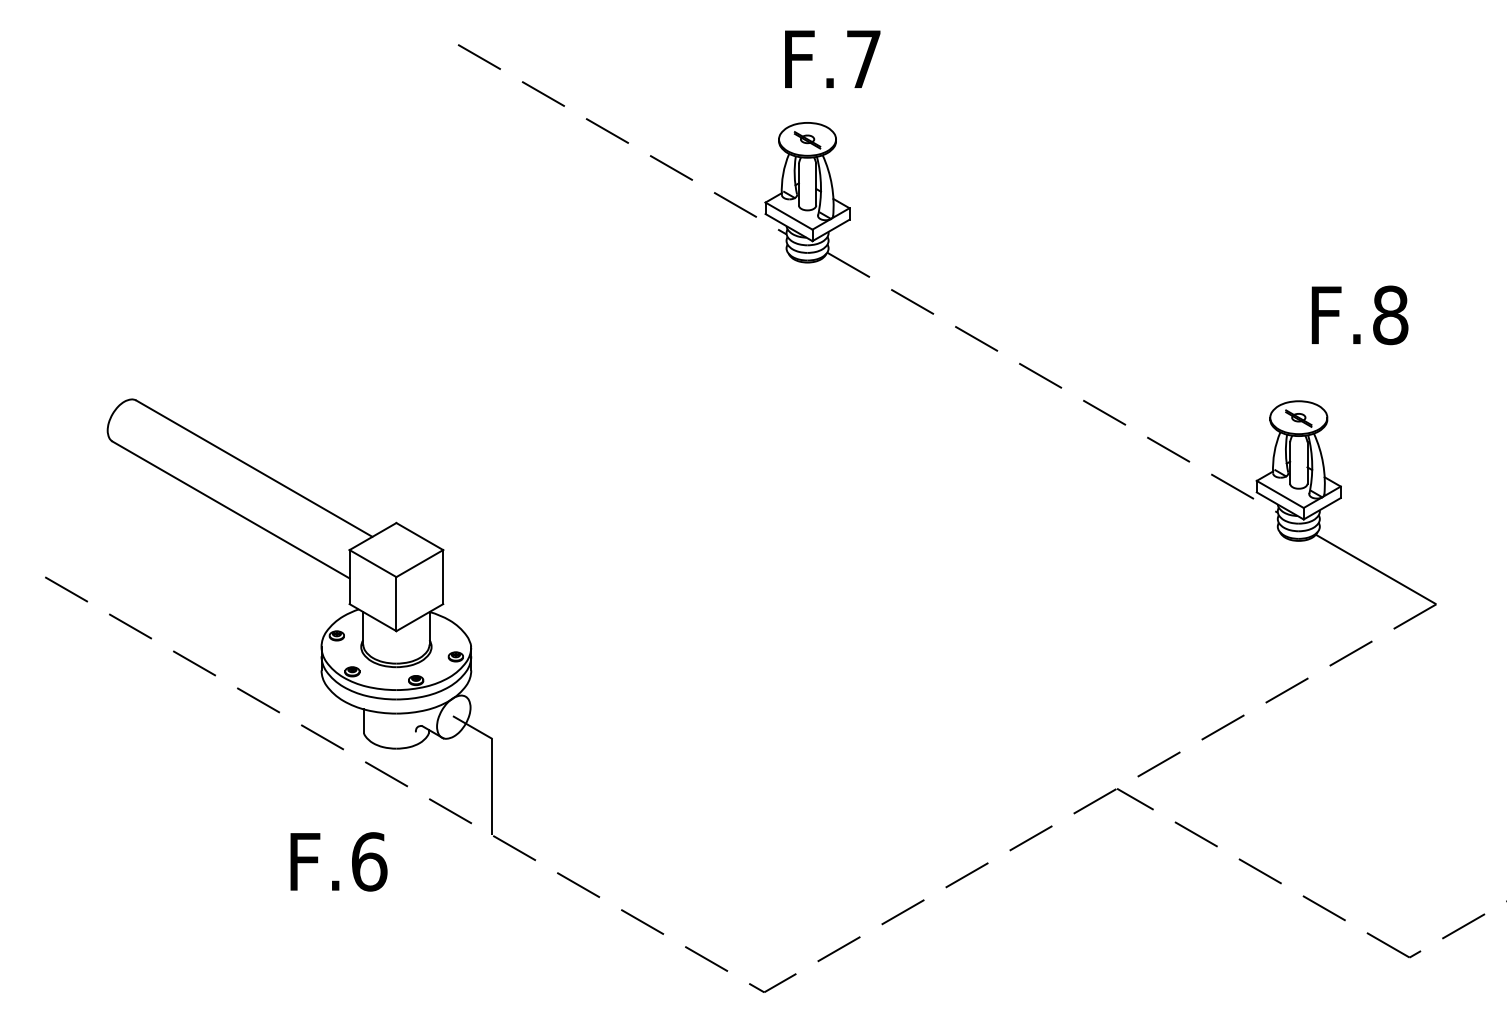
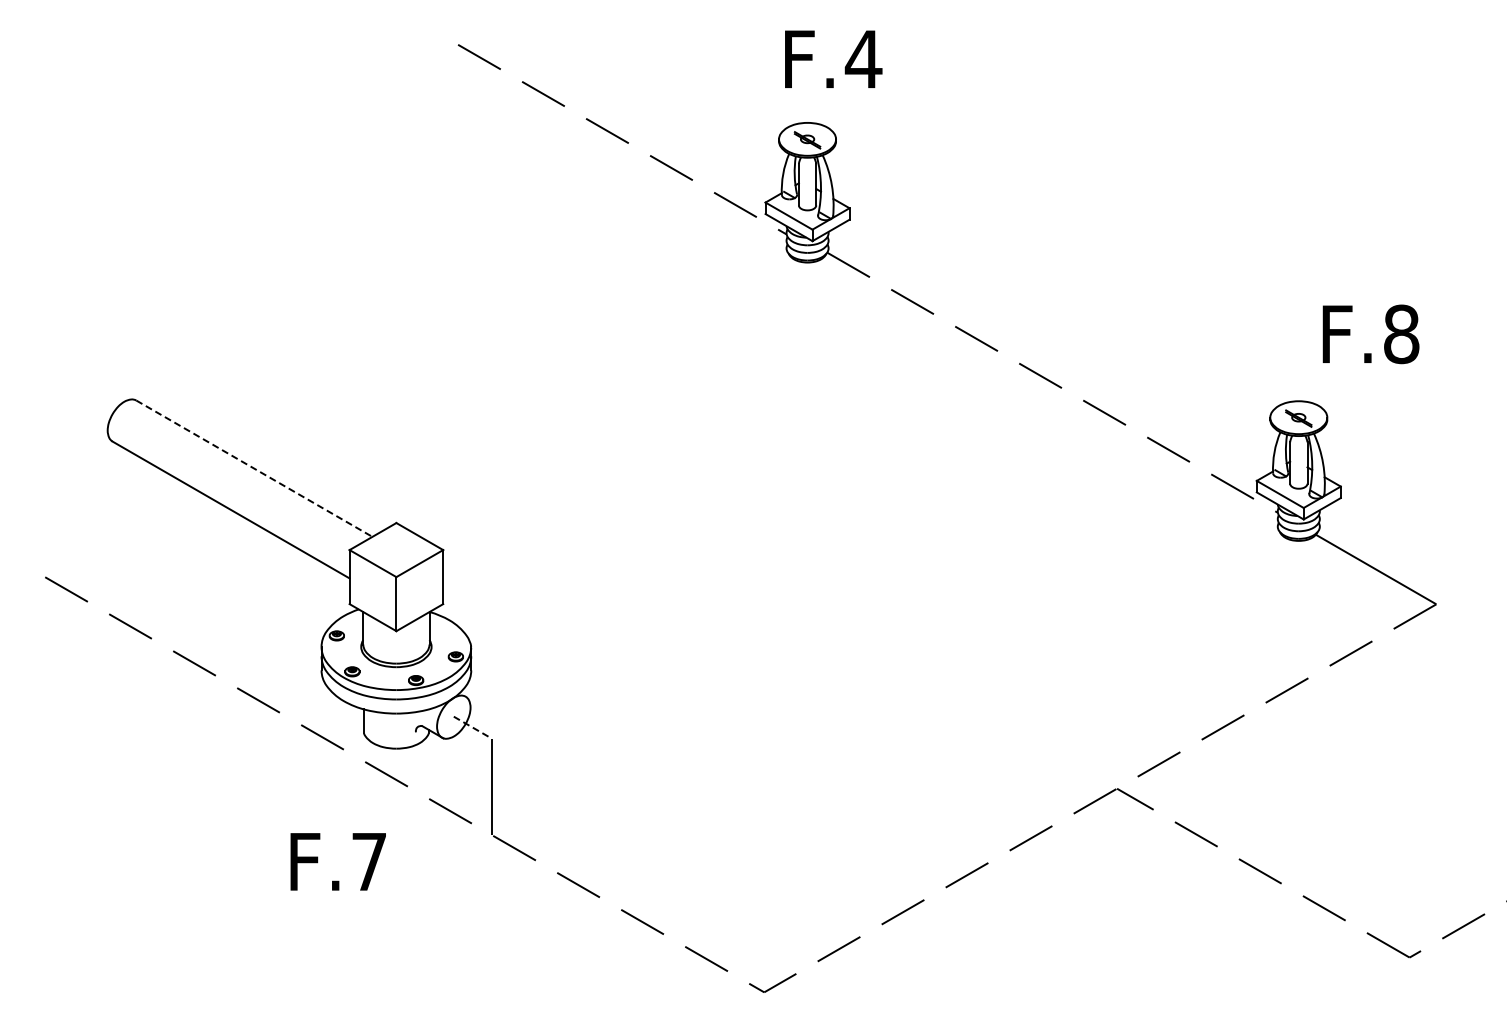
text at (863, 58): F.7 -> F.4
text at (1359, 315) position: (1359, 315) -> (1370, 334)
line at (254, 468): solid -> dashed
line at (472, 727): solid -> dashed
text at (369, 861): F.6 -> F.7
